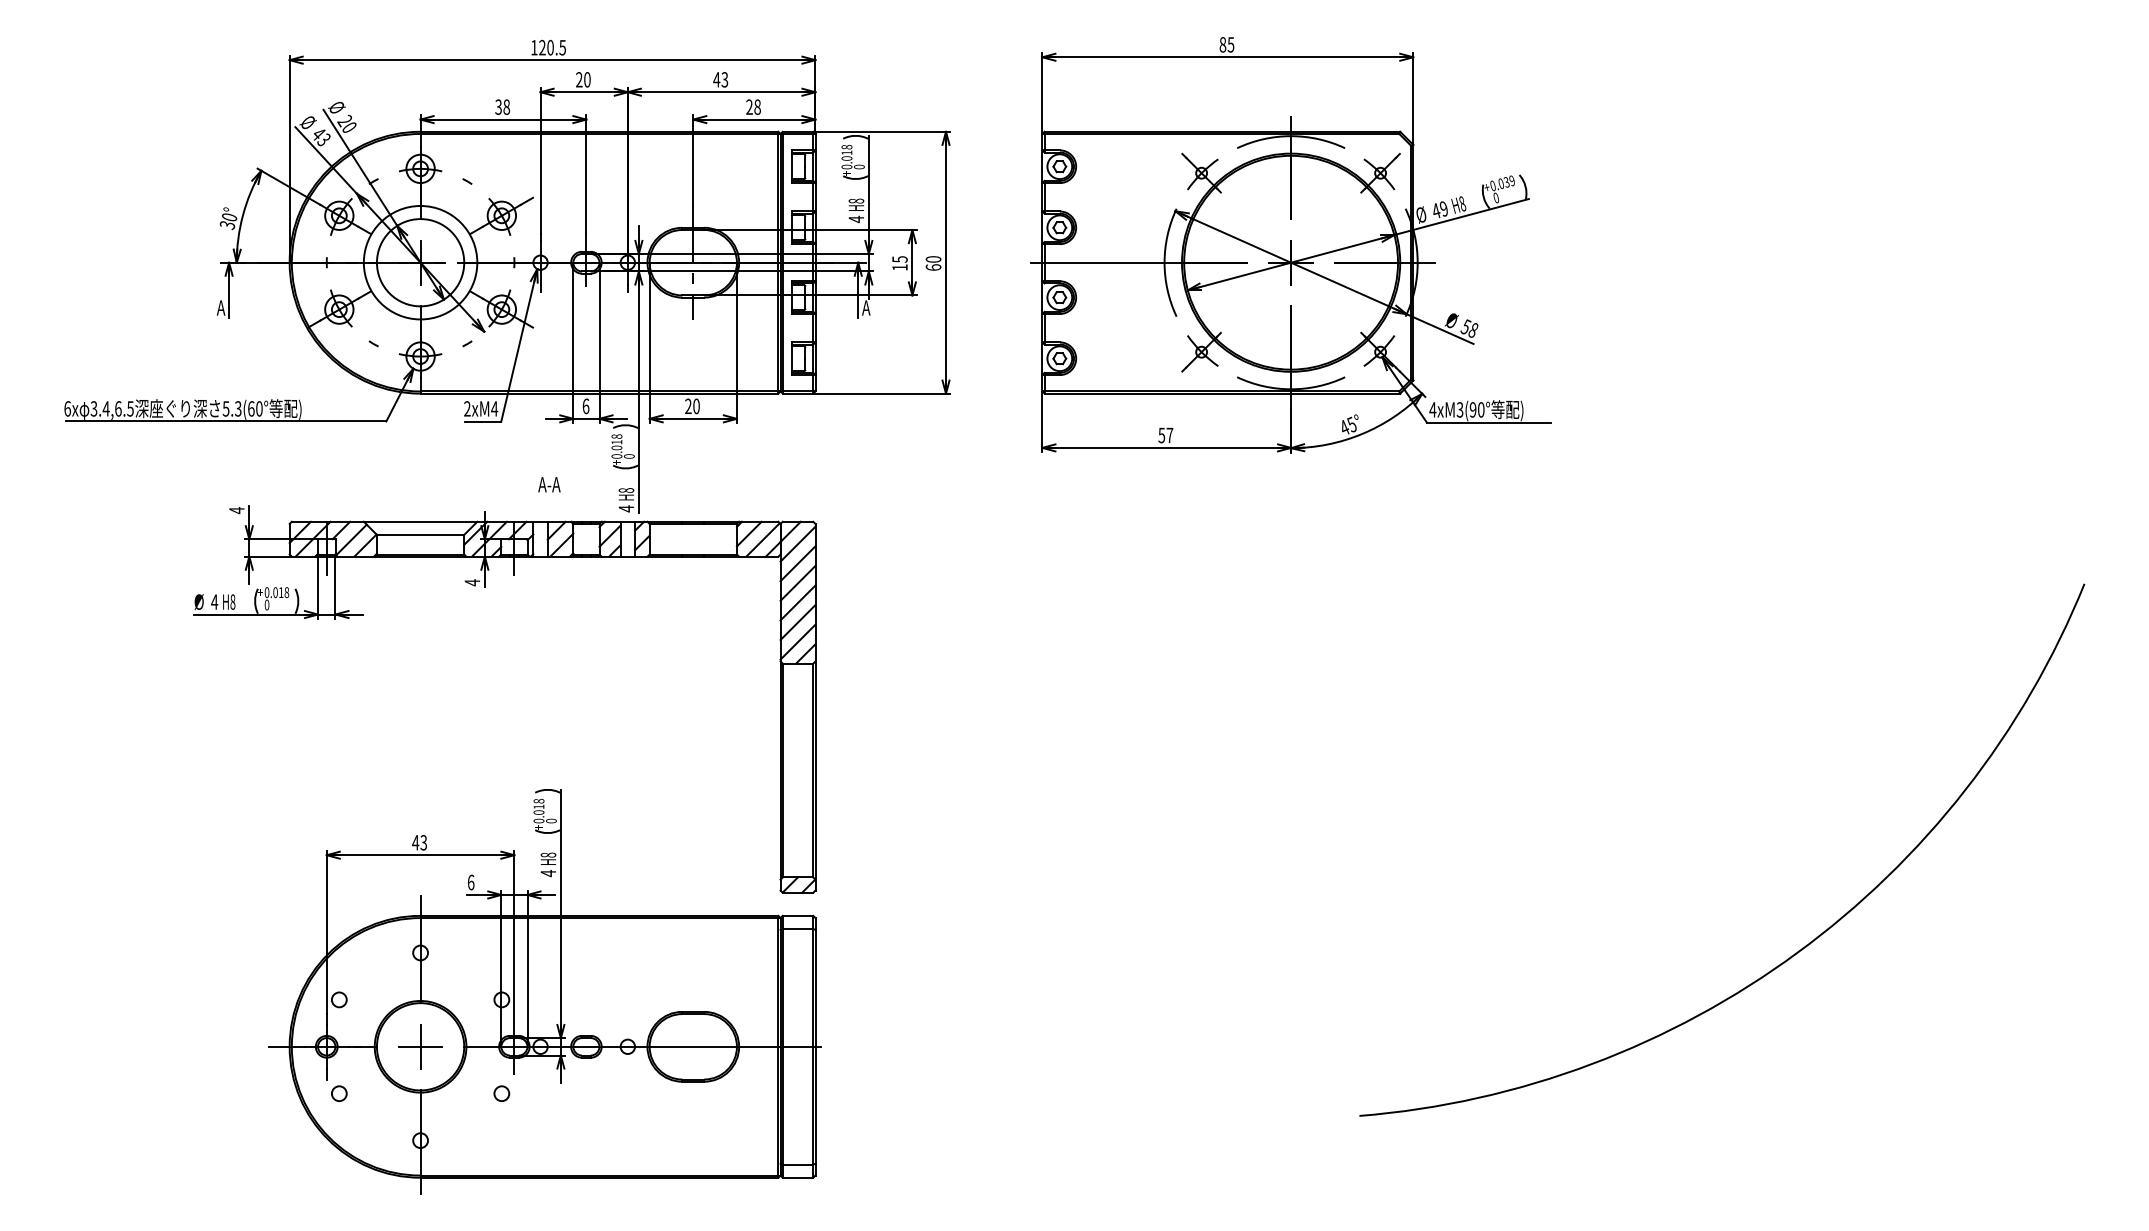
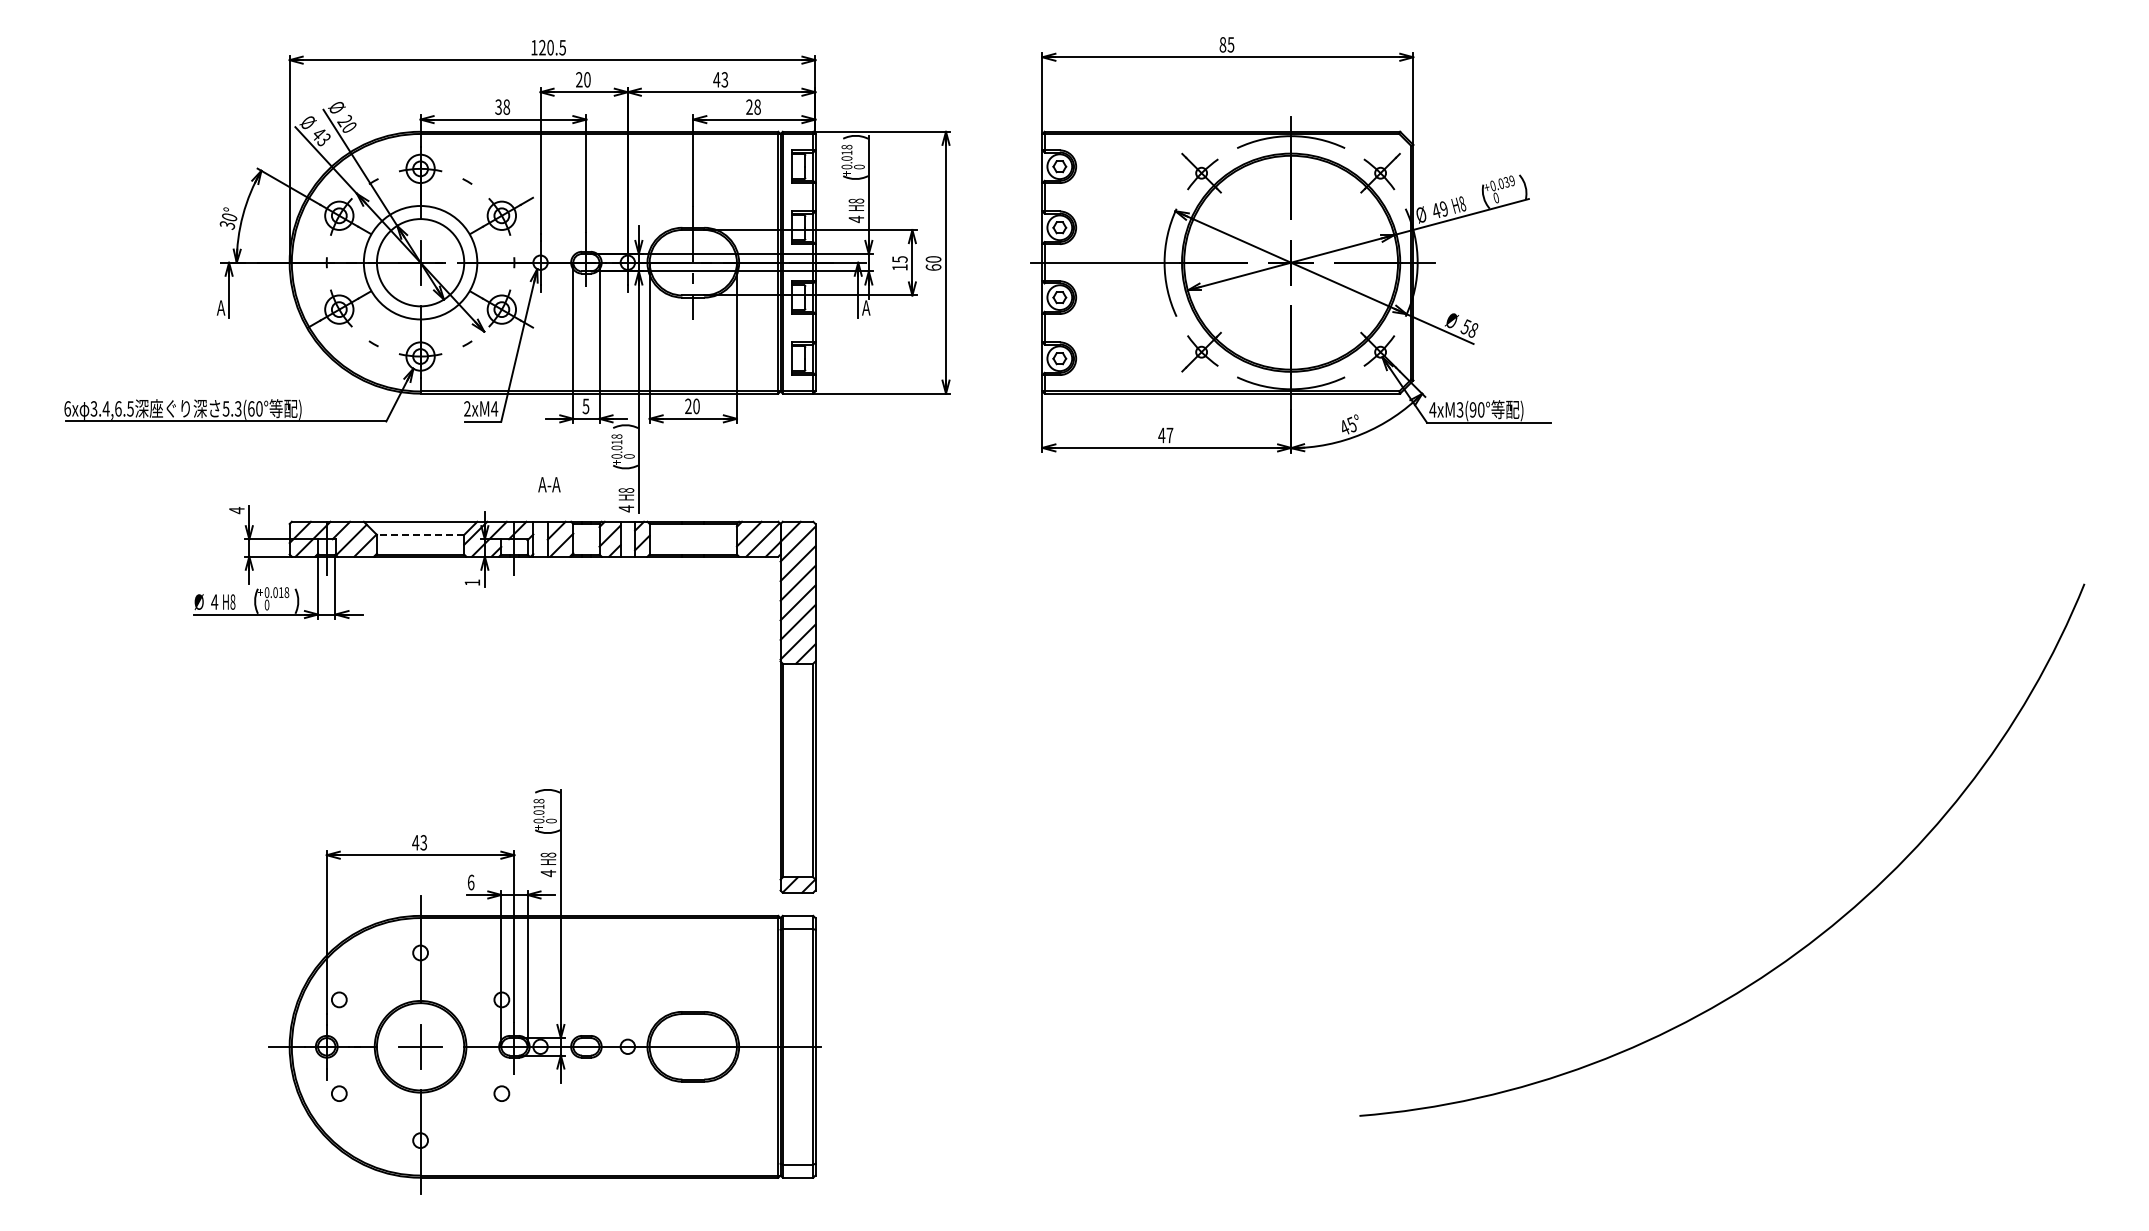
text at (585, 406): 6 -> 5
text at (1161, 435): 57 -> 47
line at (420, 534): solid -> dashed
text at (472, 582): 4 -> 1
